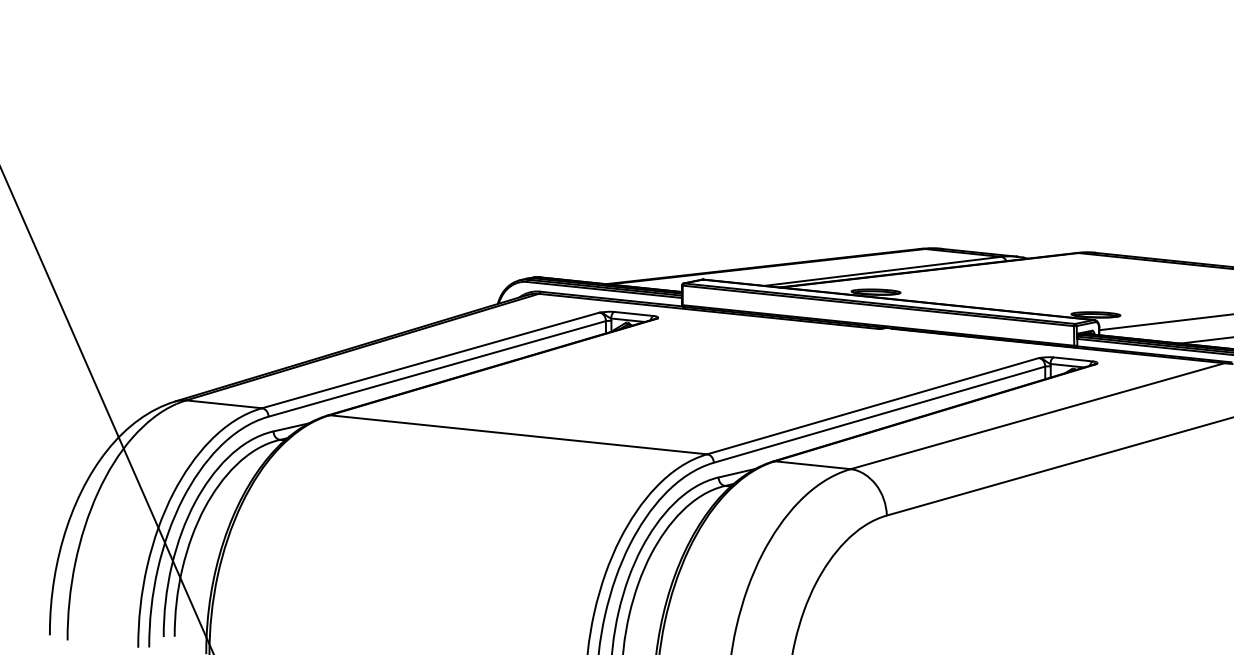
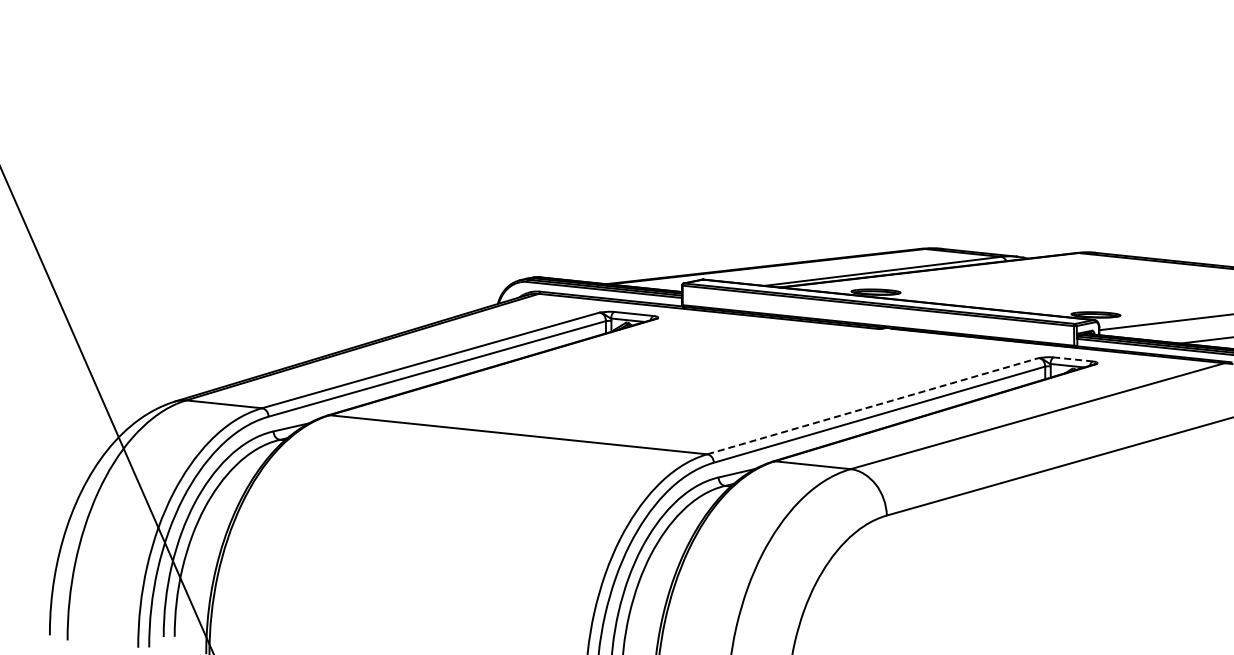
line at (1073, 359): solid -> dashed
line at (873, 406): solid -> dashed
